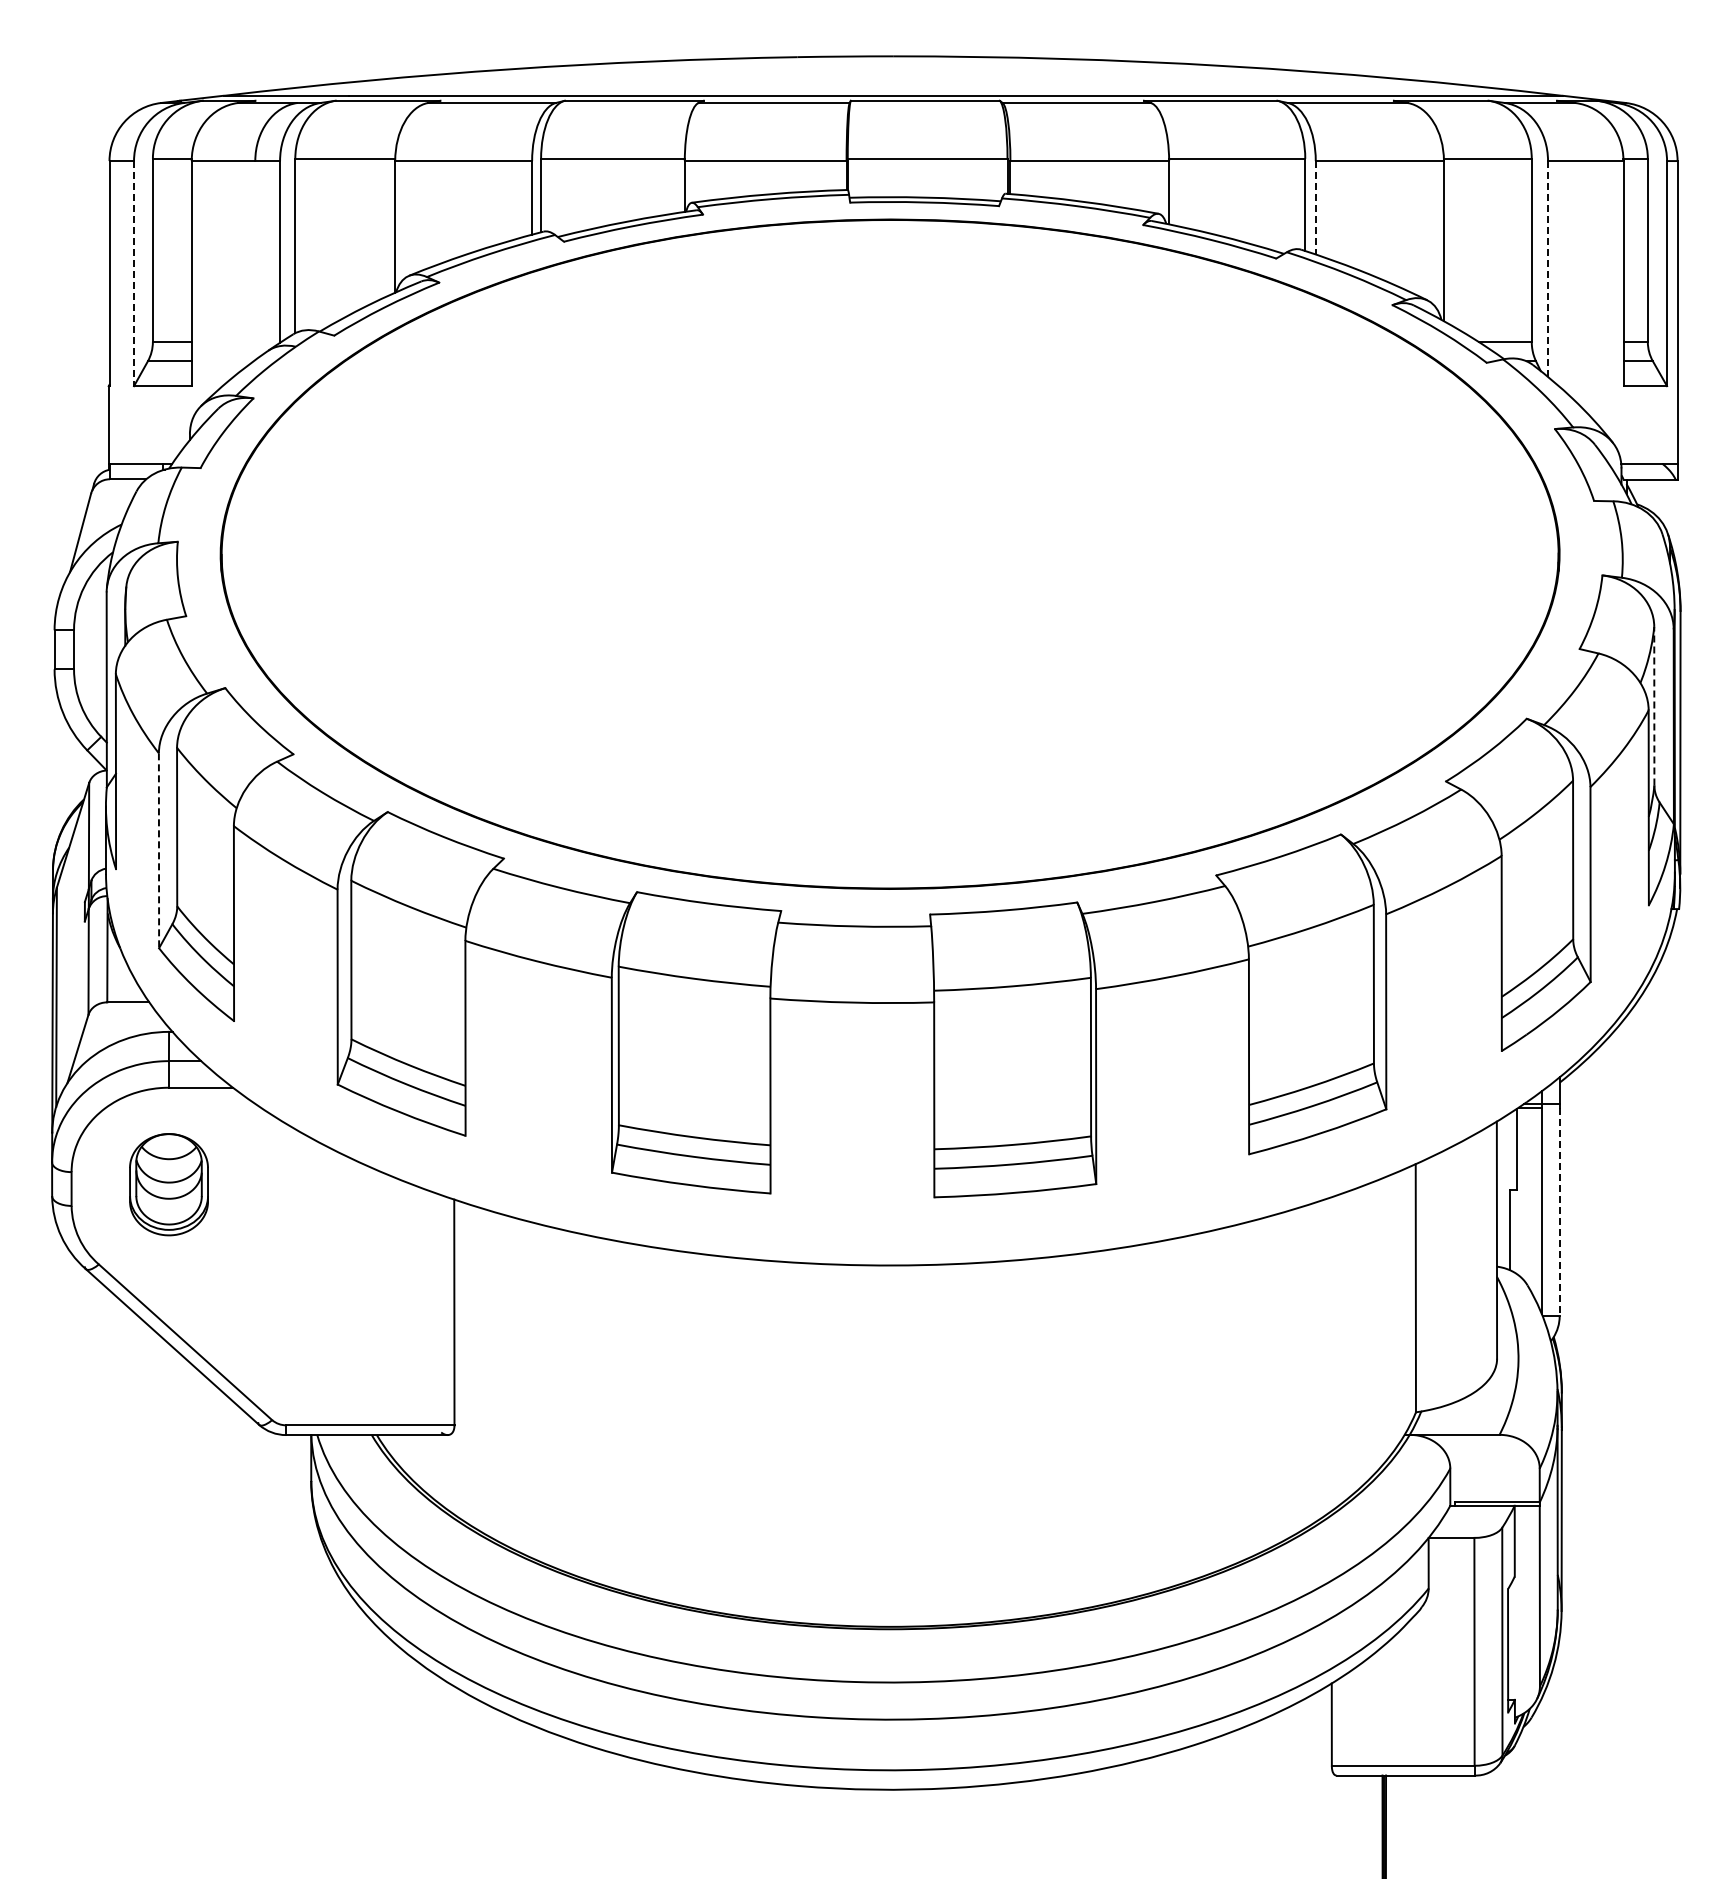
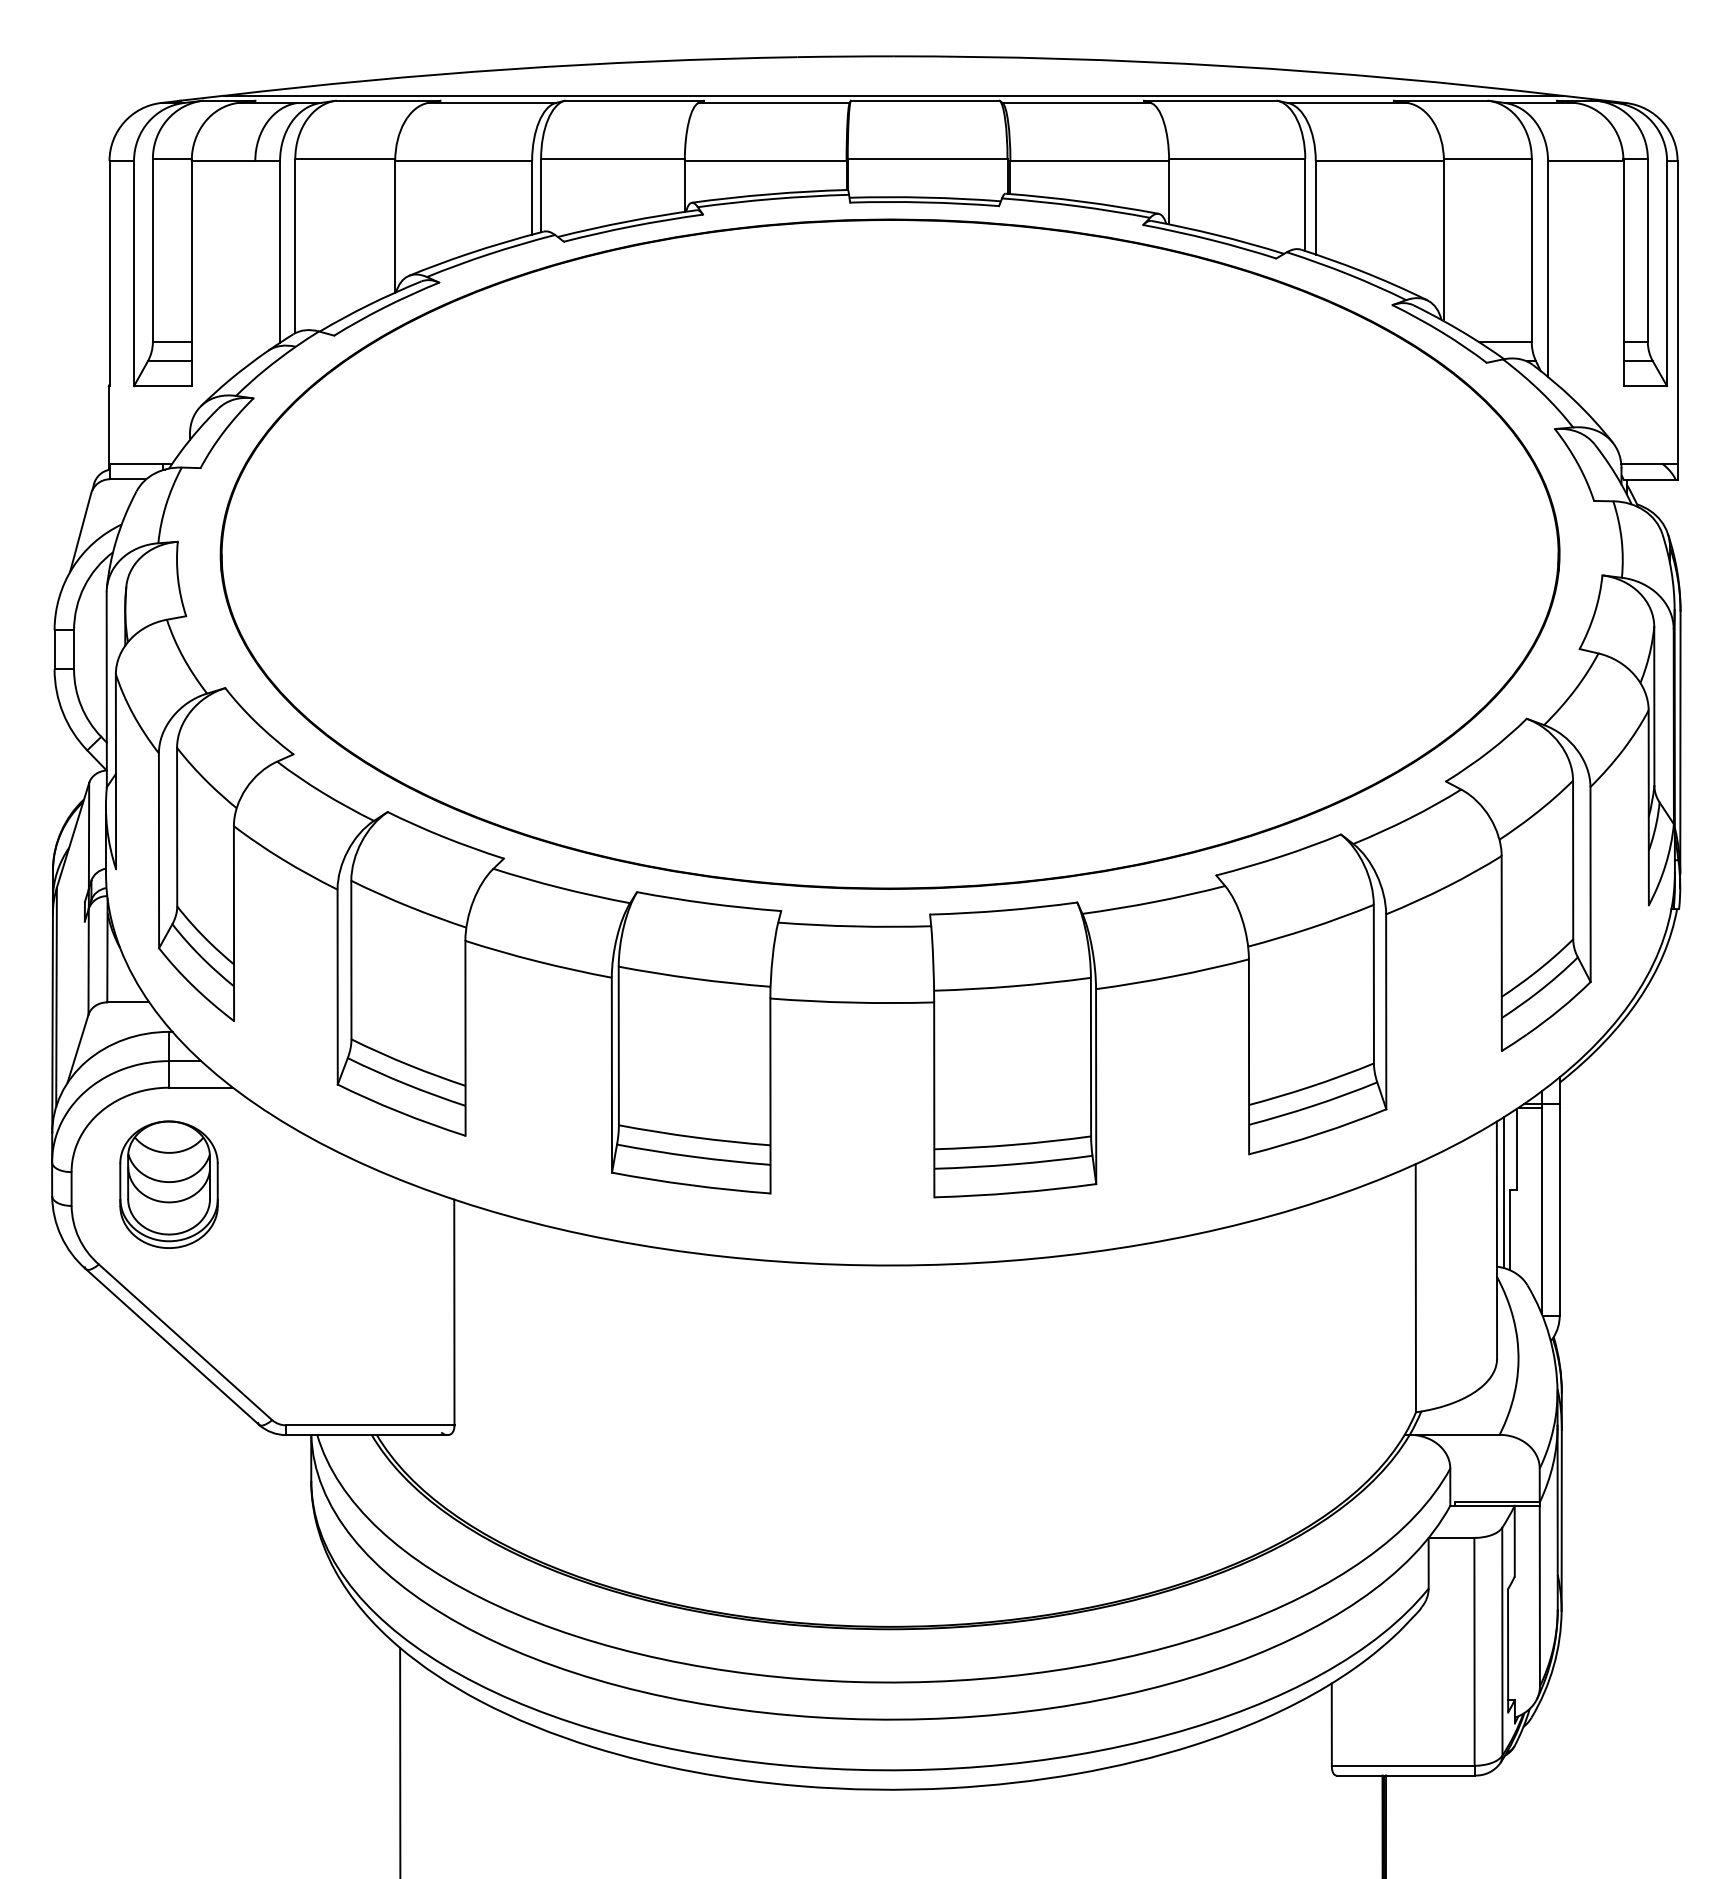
line at (1315, 207): dashed -> solid
line at (1548, 269): dashed -> solid
line at (134, 273): dashed -> solid
line at (1654, 705): dashed -> solid
line at (159, 851): dashed -> solid
part at (168, 1184) size: 80x104 px -> 100x129 px
line at (1504, 1192): none -> present
line at (1559, 1212): dashed -> solid
line at (400, 1761): none -> present
